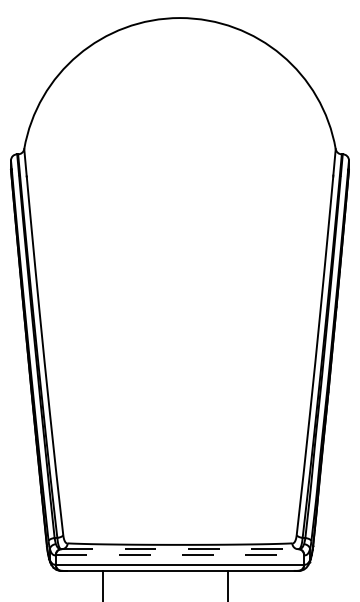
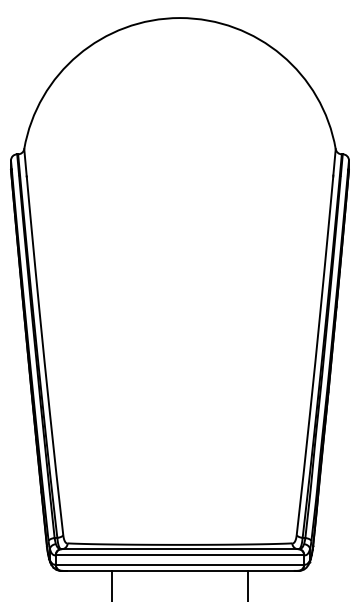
line at (180, 549): dashed -> solid
line at (180, 555): dashed -> solid
line at (102, 584) position: (102, 584) -> (111, 584)
line at (228, 584) position: (228, 584) -> (248, 584)
